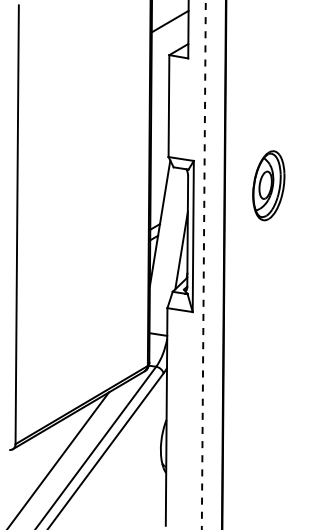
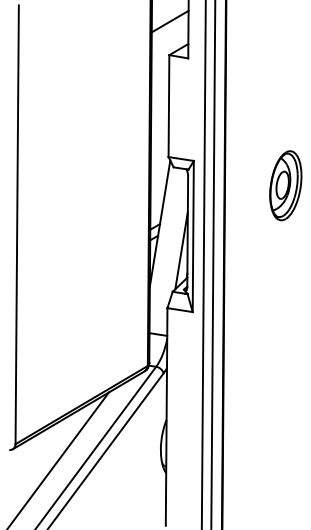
part at (268, 185) position: (268, 185) -> (285, 185)
line at (213, 264): none -> present
line at (203, 265): dashed -> solid
